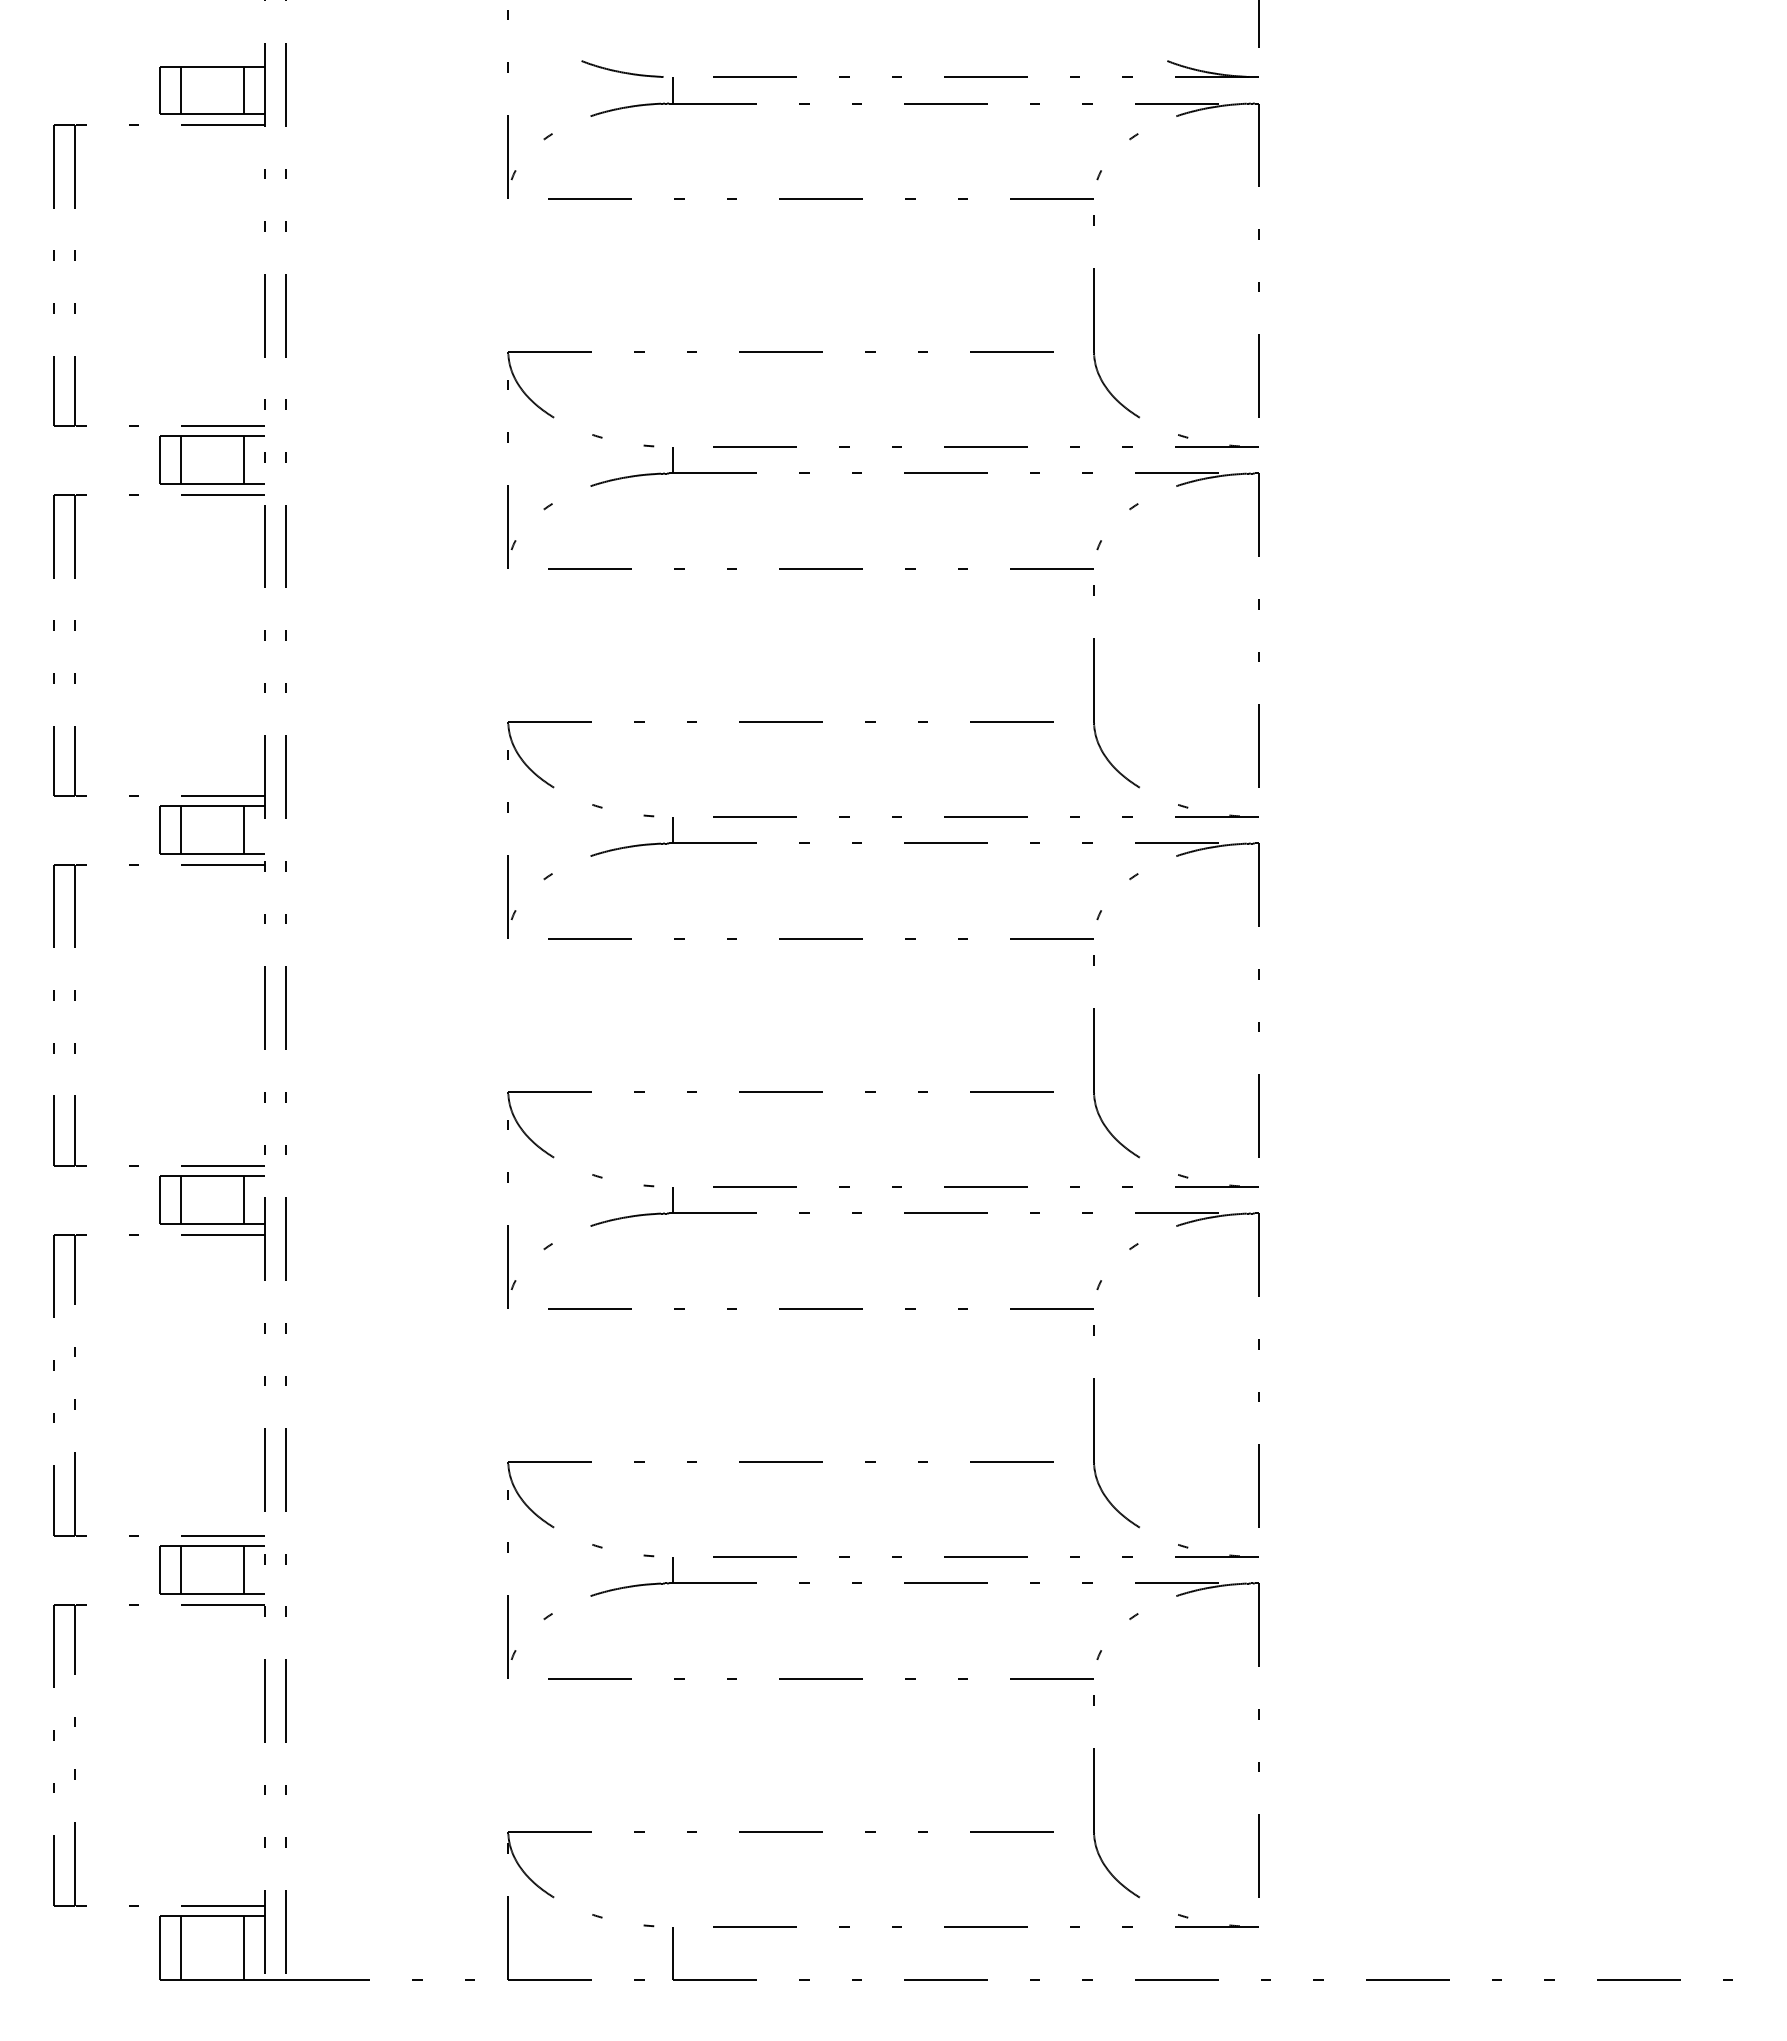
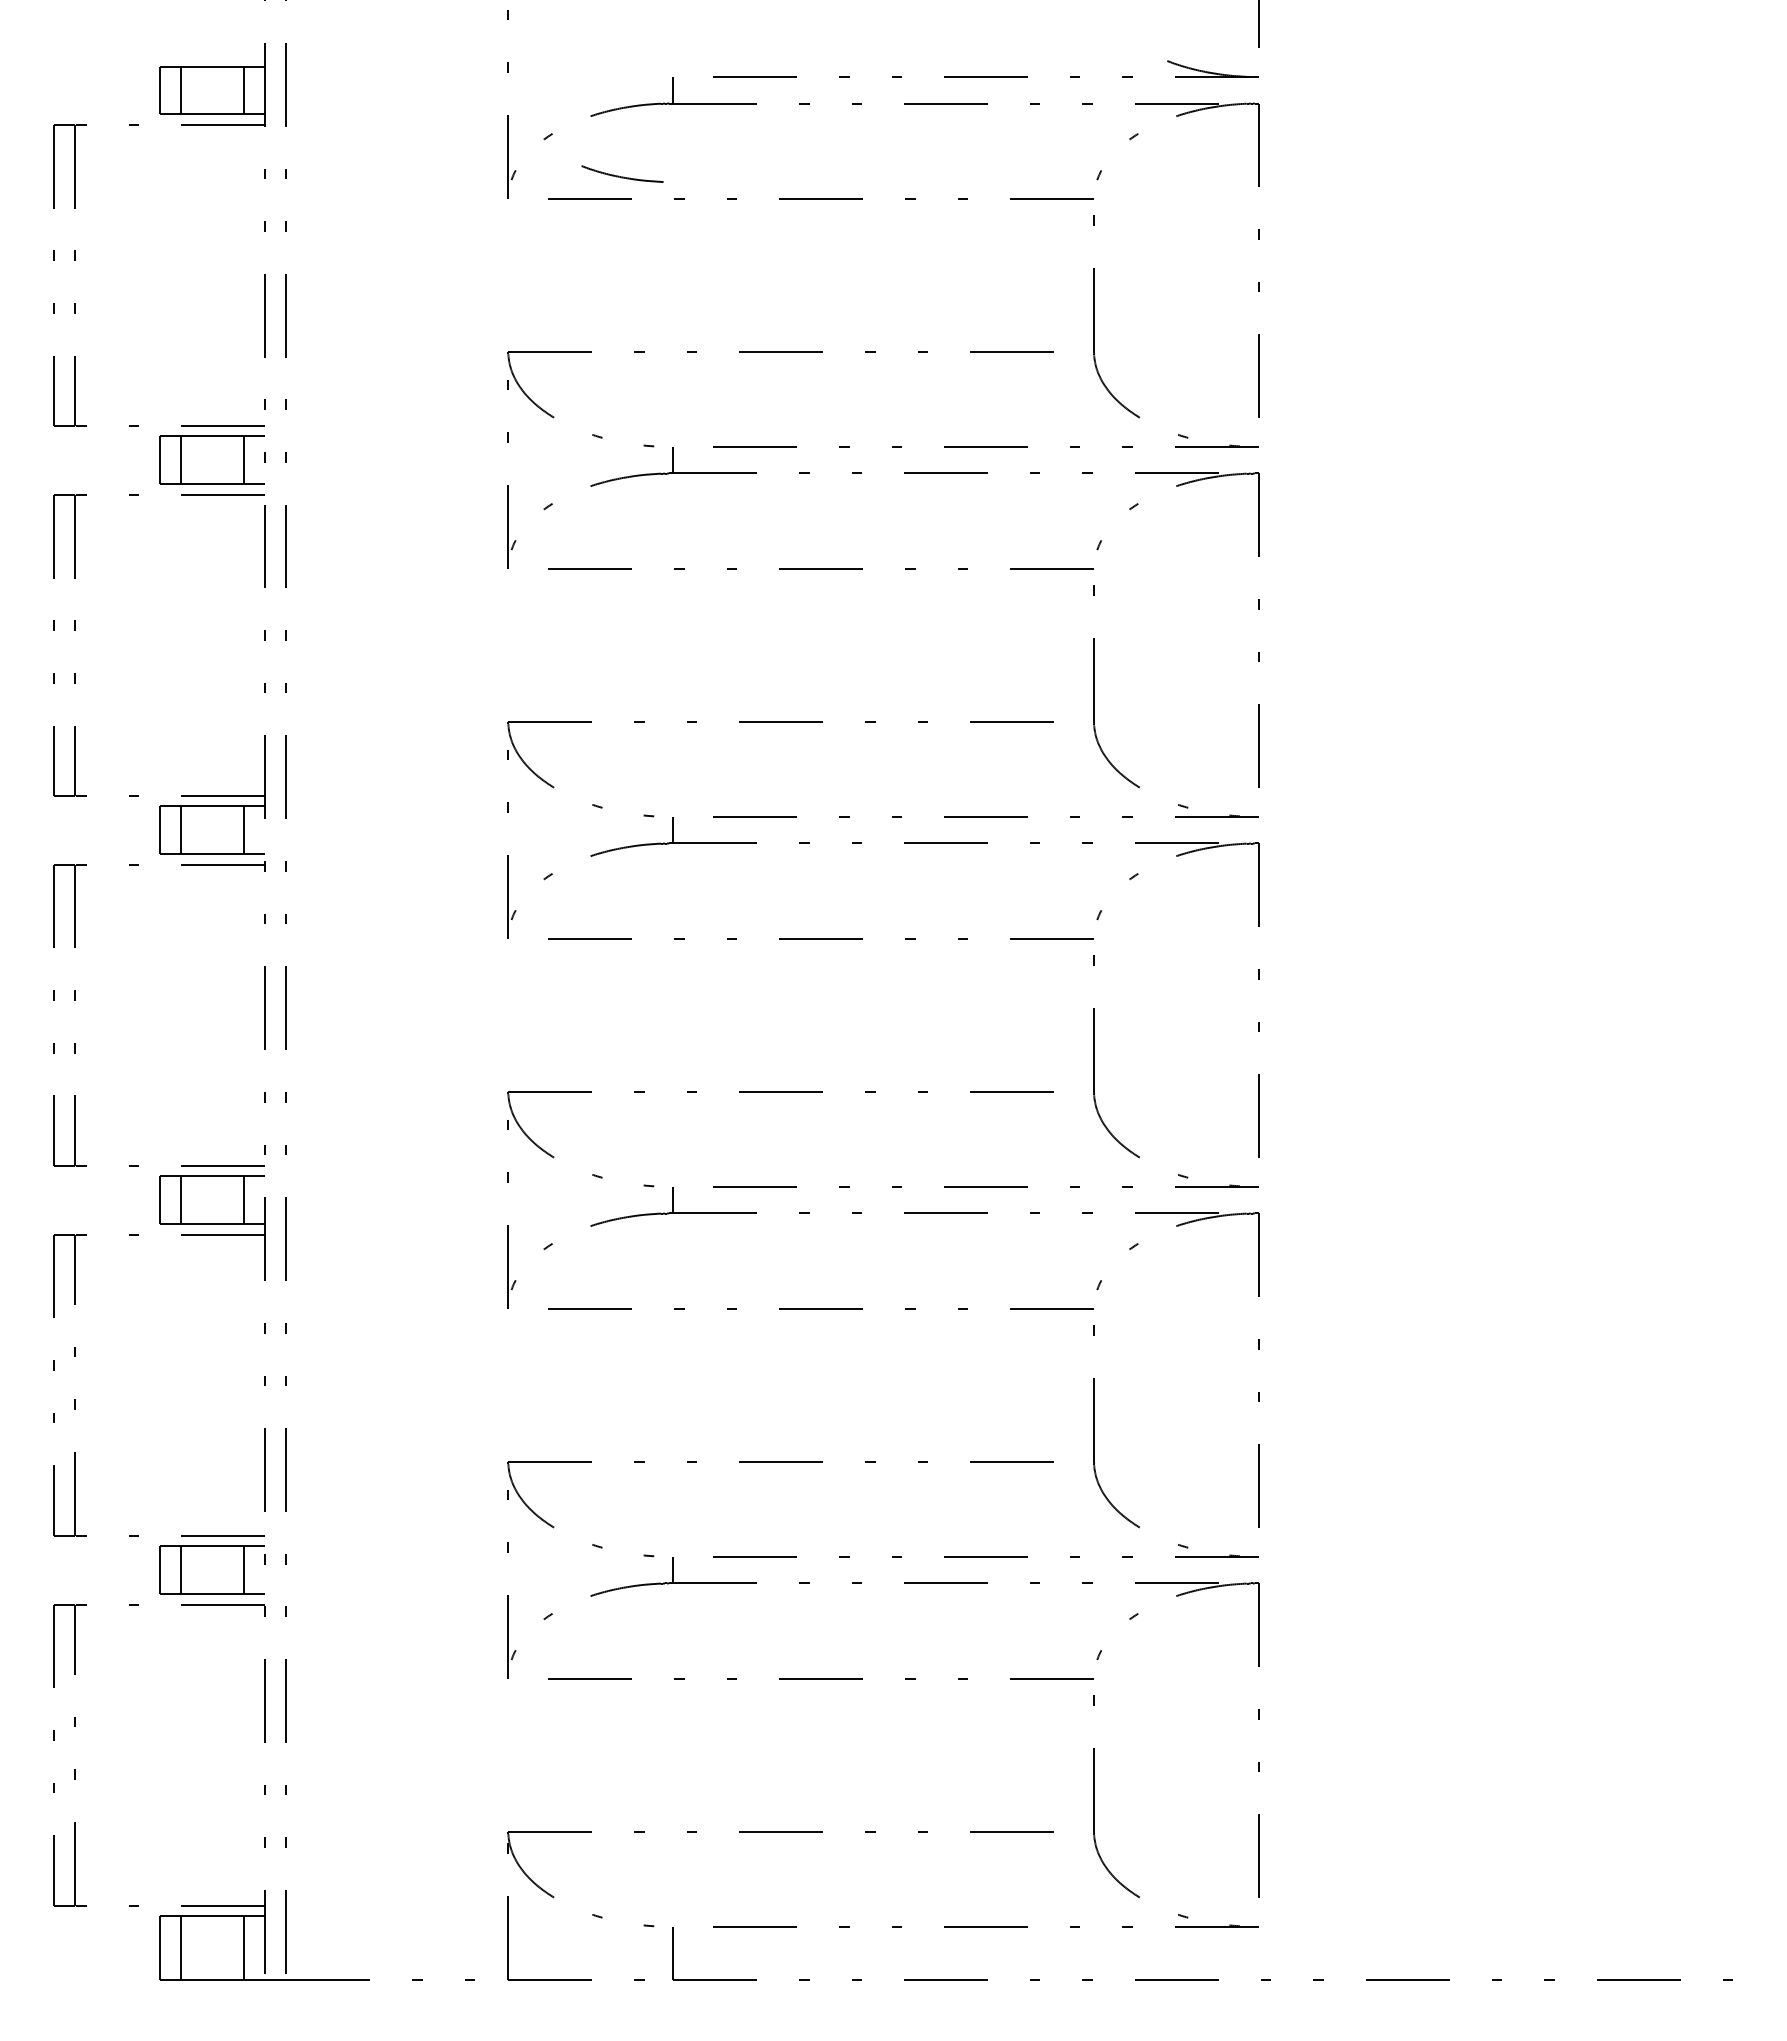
curve at (622, 71) position: (622, 71) -> (622, 176)
